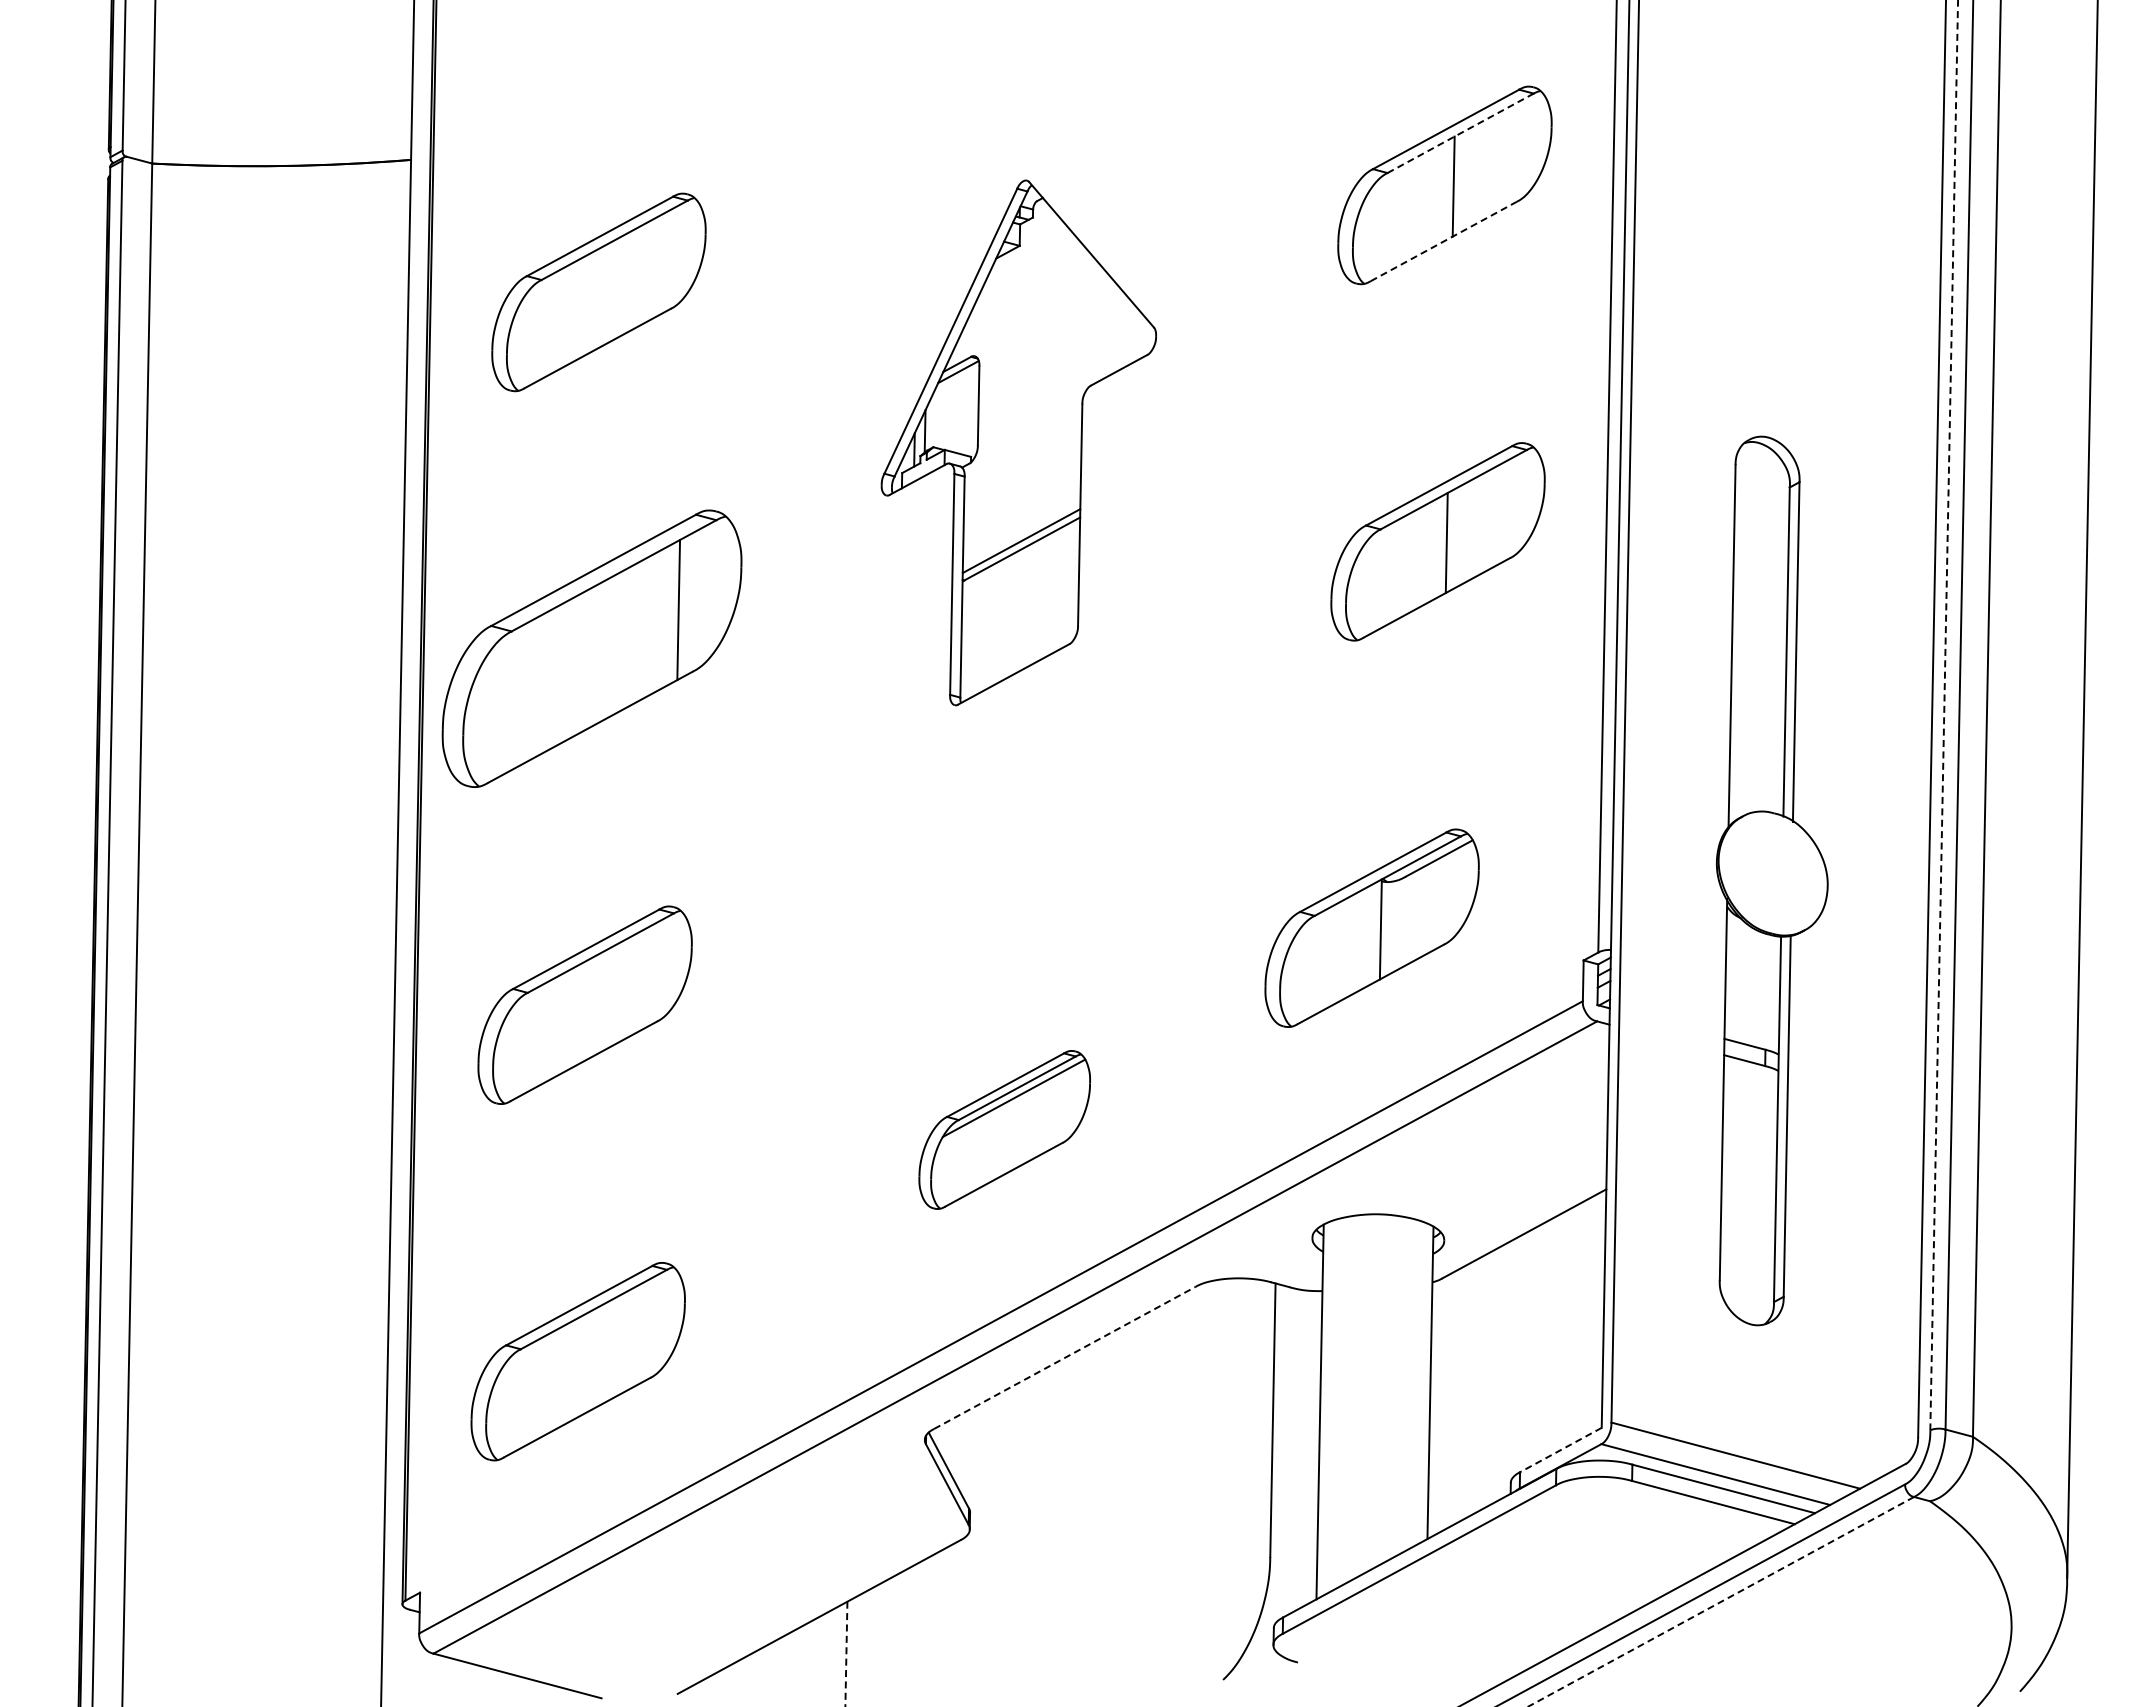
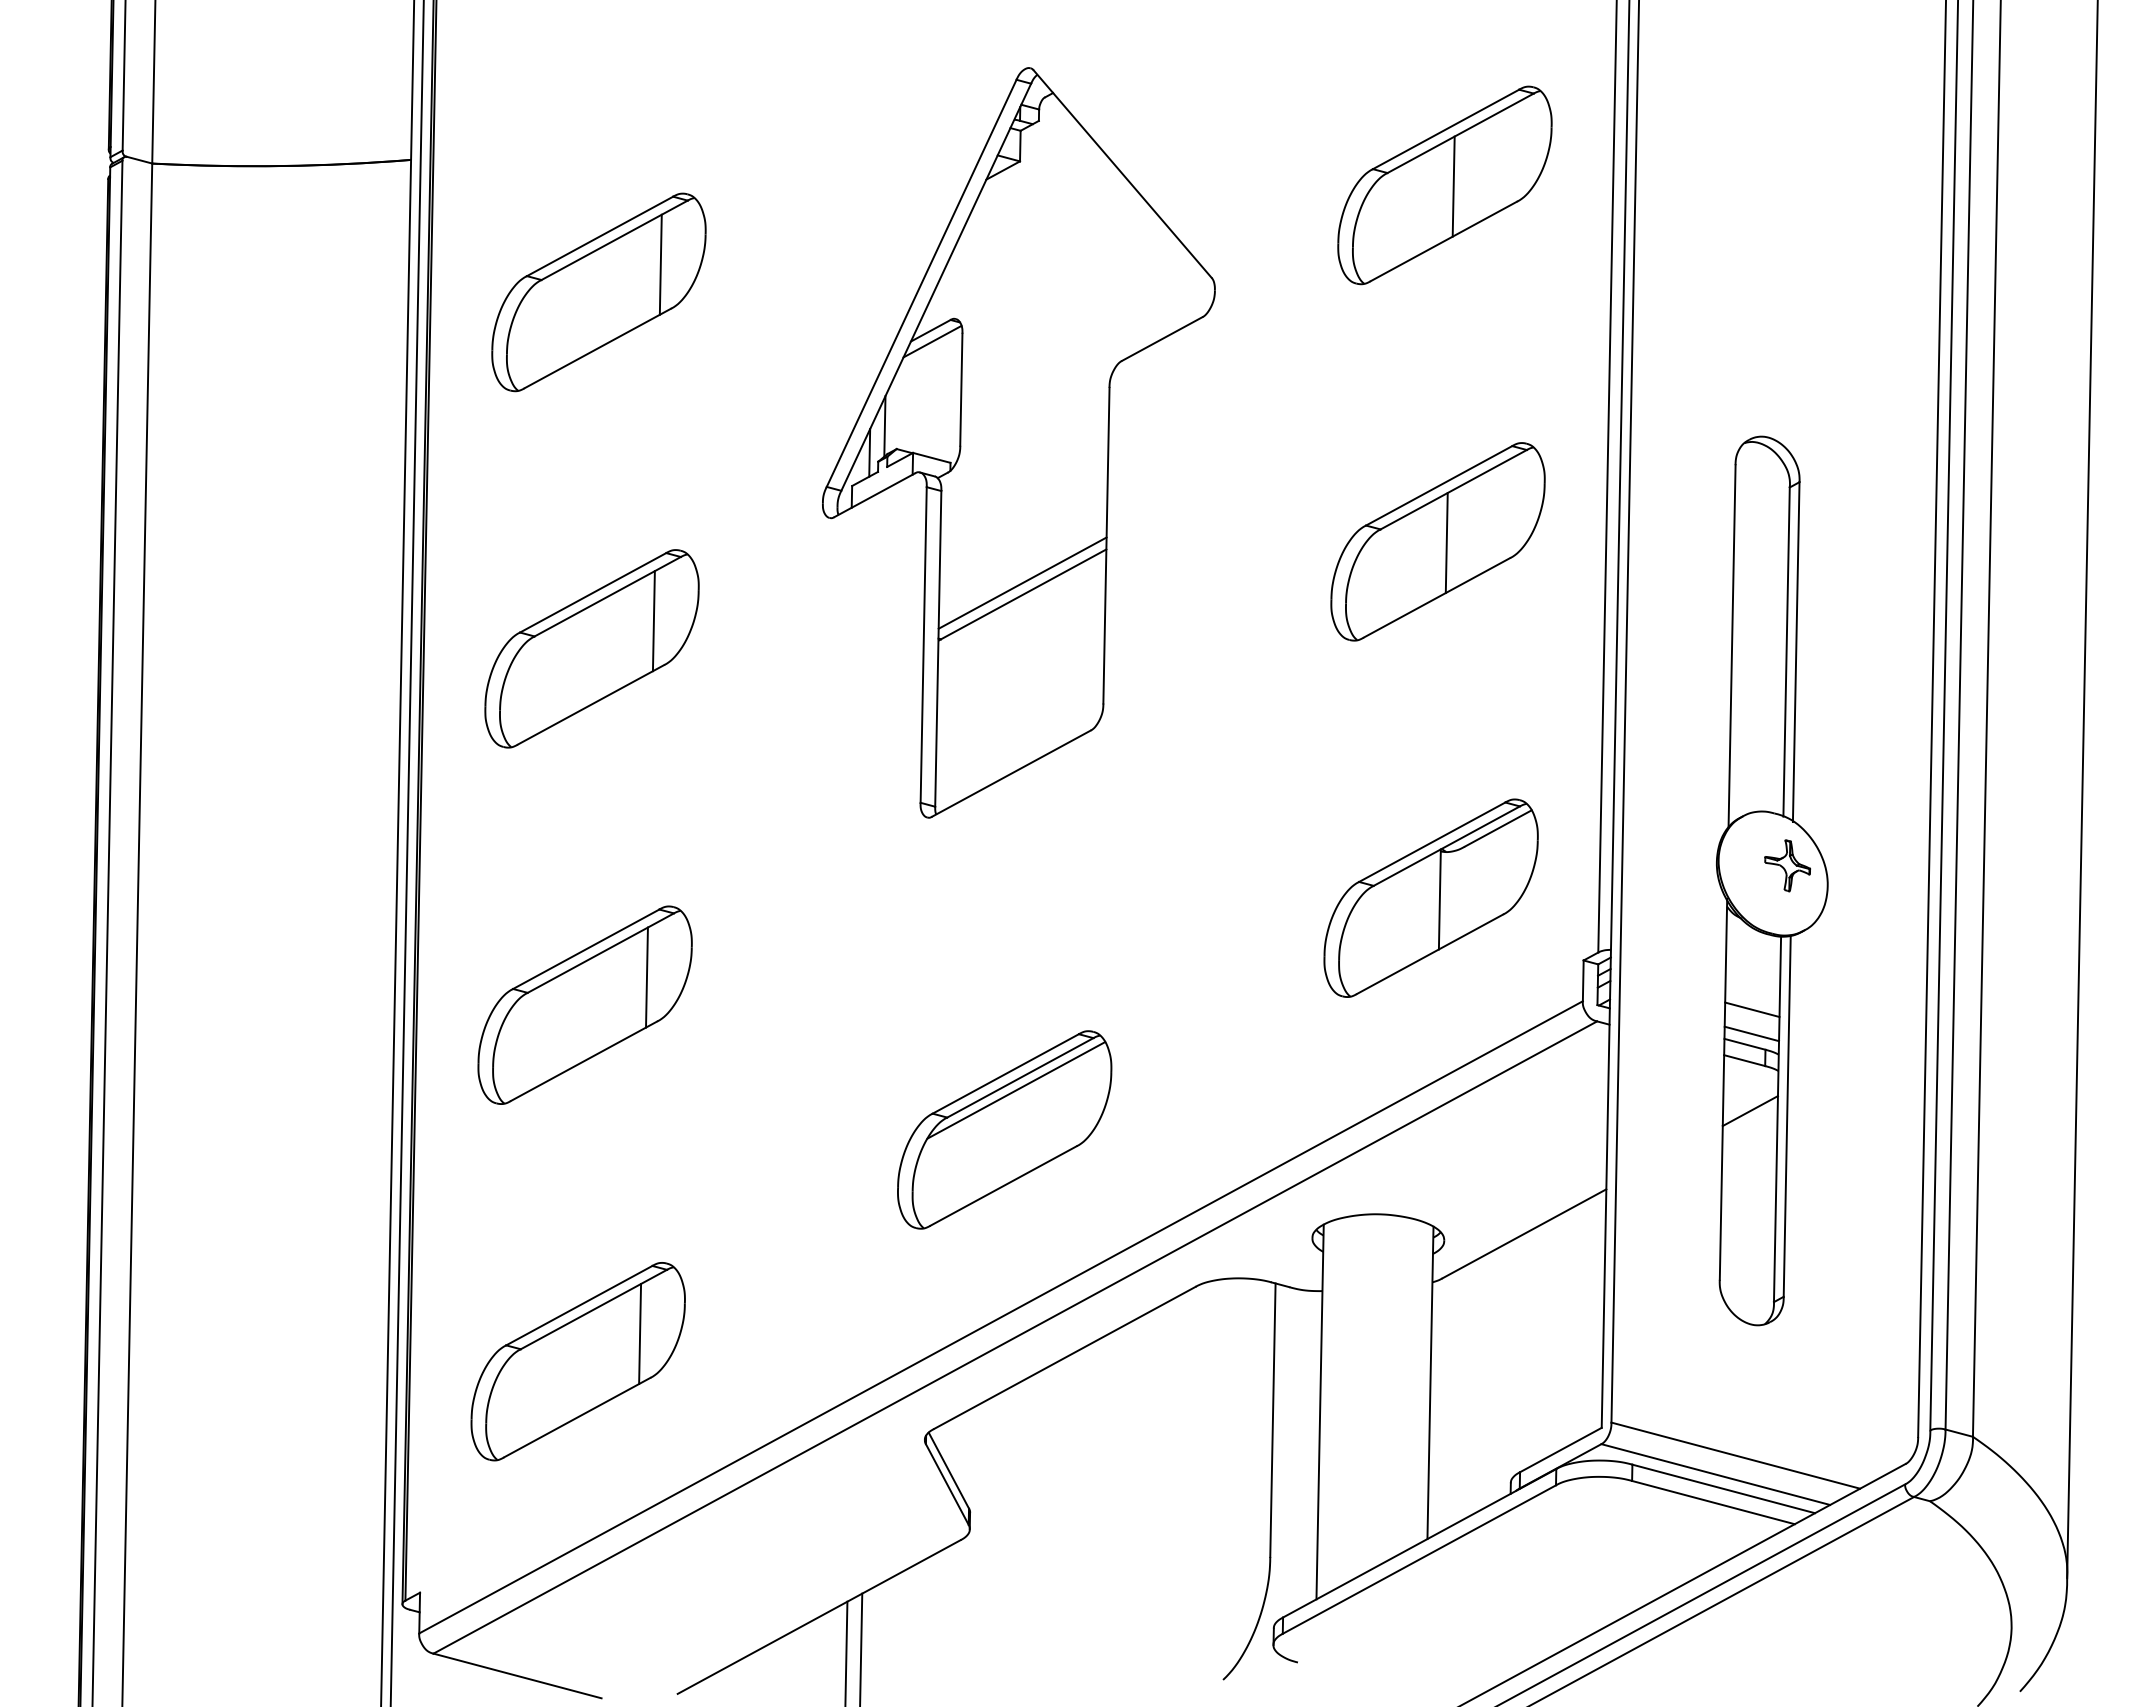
line at (1461, 133): dashed -> solid
line at (1444, 241): dashed -> solid
line at (660, 264): none -> present
part at (1018, 442) size: 277x528 px -> 394x752 px
part at (591, 648) size: 302x279 px -> 216x200 px
line at (1944, 714): dashed -> solid
line at (406, 852): none -> present
part at (1787, 865): none -> present
part at (1371, 927) position: (1371, 927) -> (1430, 897)
line at (646, 977): none -> present
line at (1752, 1009): none -> present
line at (1751, 1033): none -> present
line at (1749, 1111): none -> present
part at (1004, 1129) size: 173x160 px -> 216x200 px
line at (640, 1333): none -> present
line at (1064, 1357): dashed -> solid
line at (1560, 1450): dashed -> solid
line at (1720, 1601): dashed -> solid
line at (861, 1648): none -> present
line at (846, 1654): dashed -> solid
